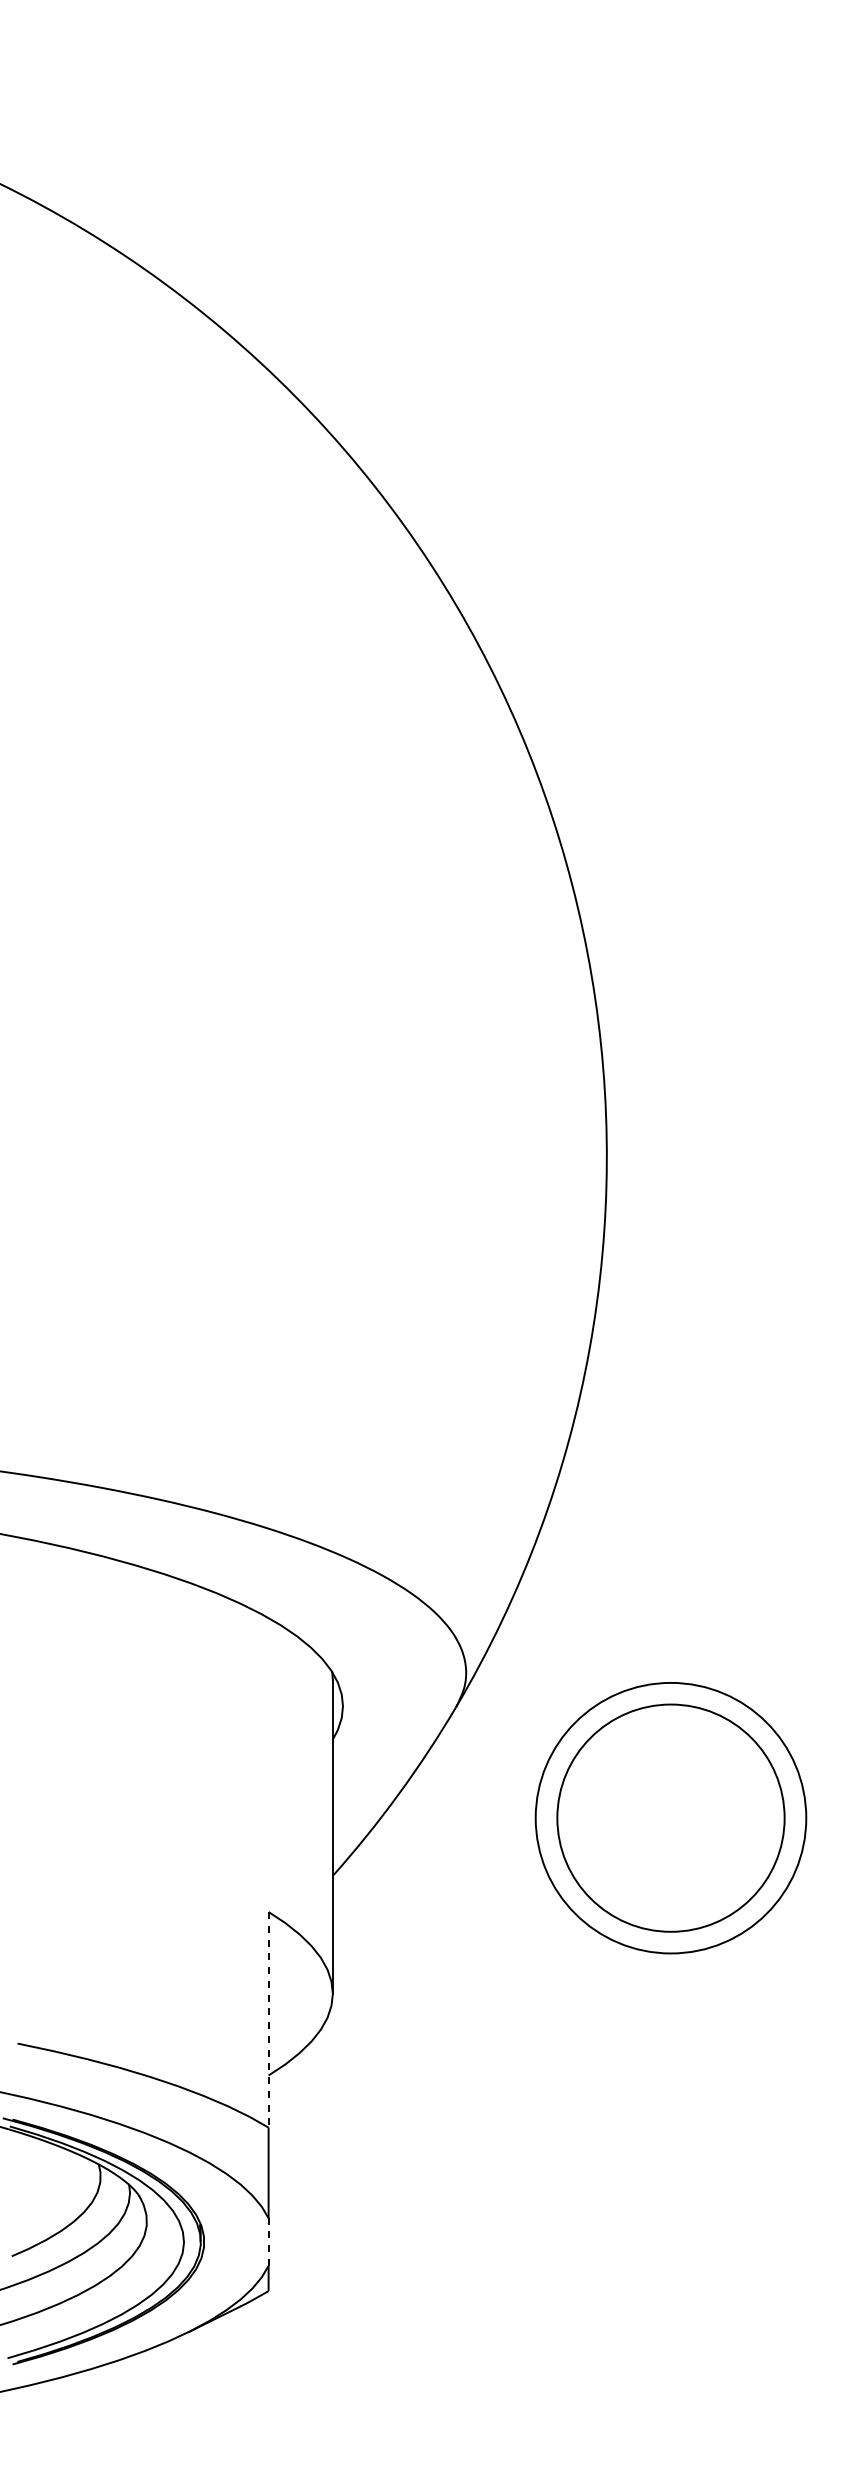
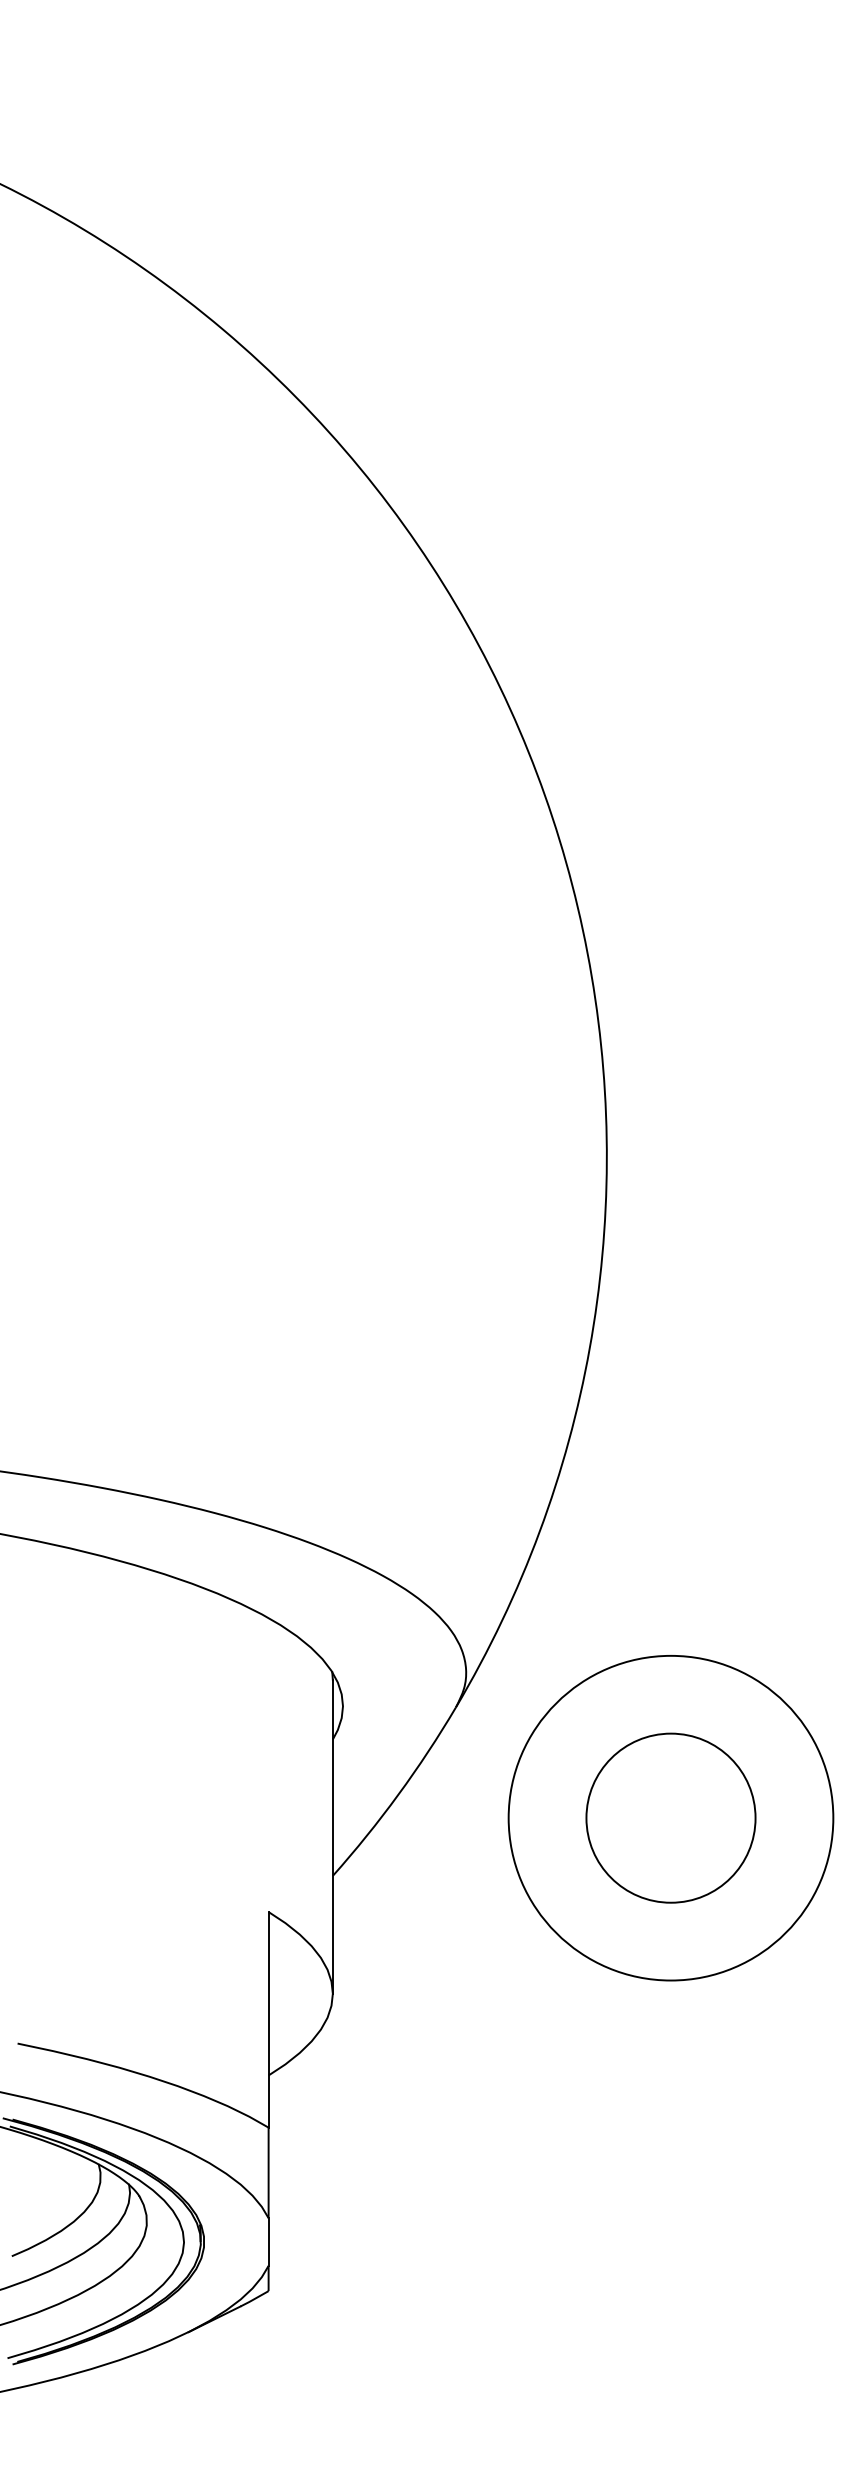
circle at (670, 1817) diameter: 227 px -> 325 px
circle at (670, 1817) diameter: 271 px -> 169 px
line at (268, 2019): dashed -> solid
line at (268, 2242): dashed -> solid
